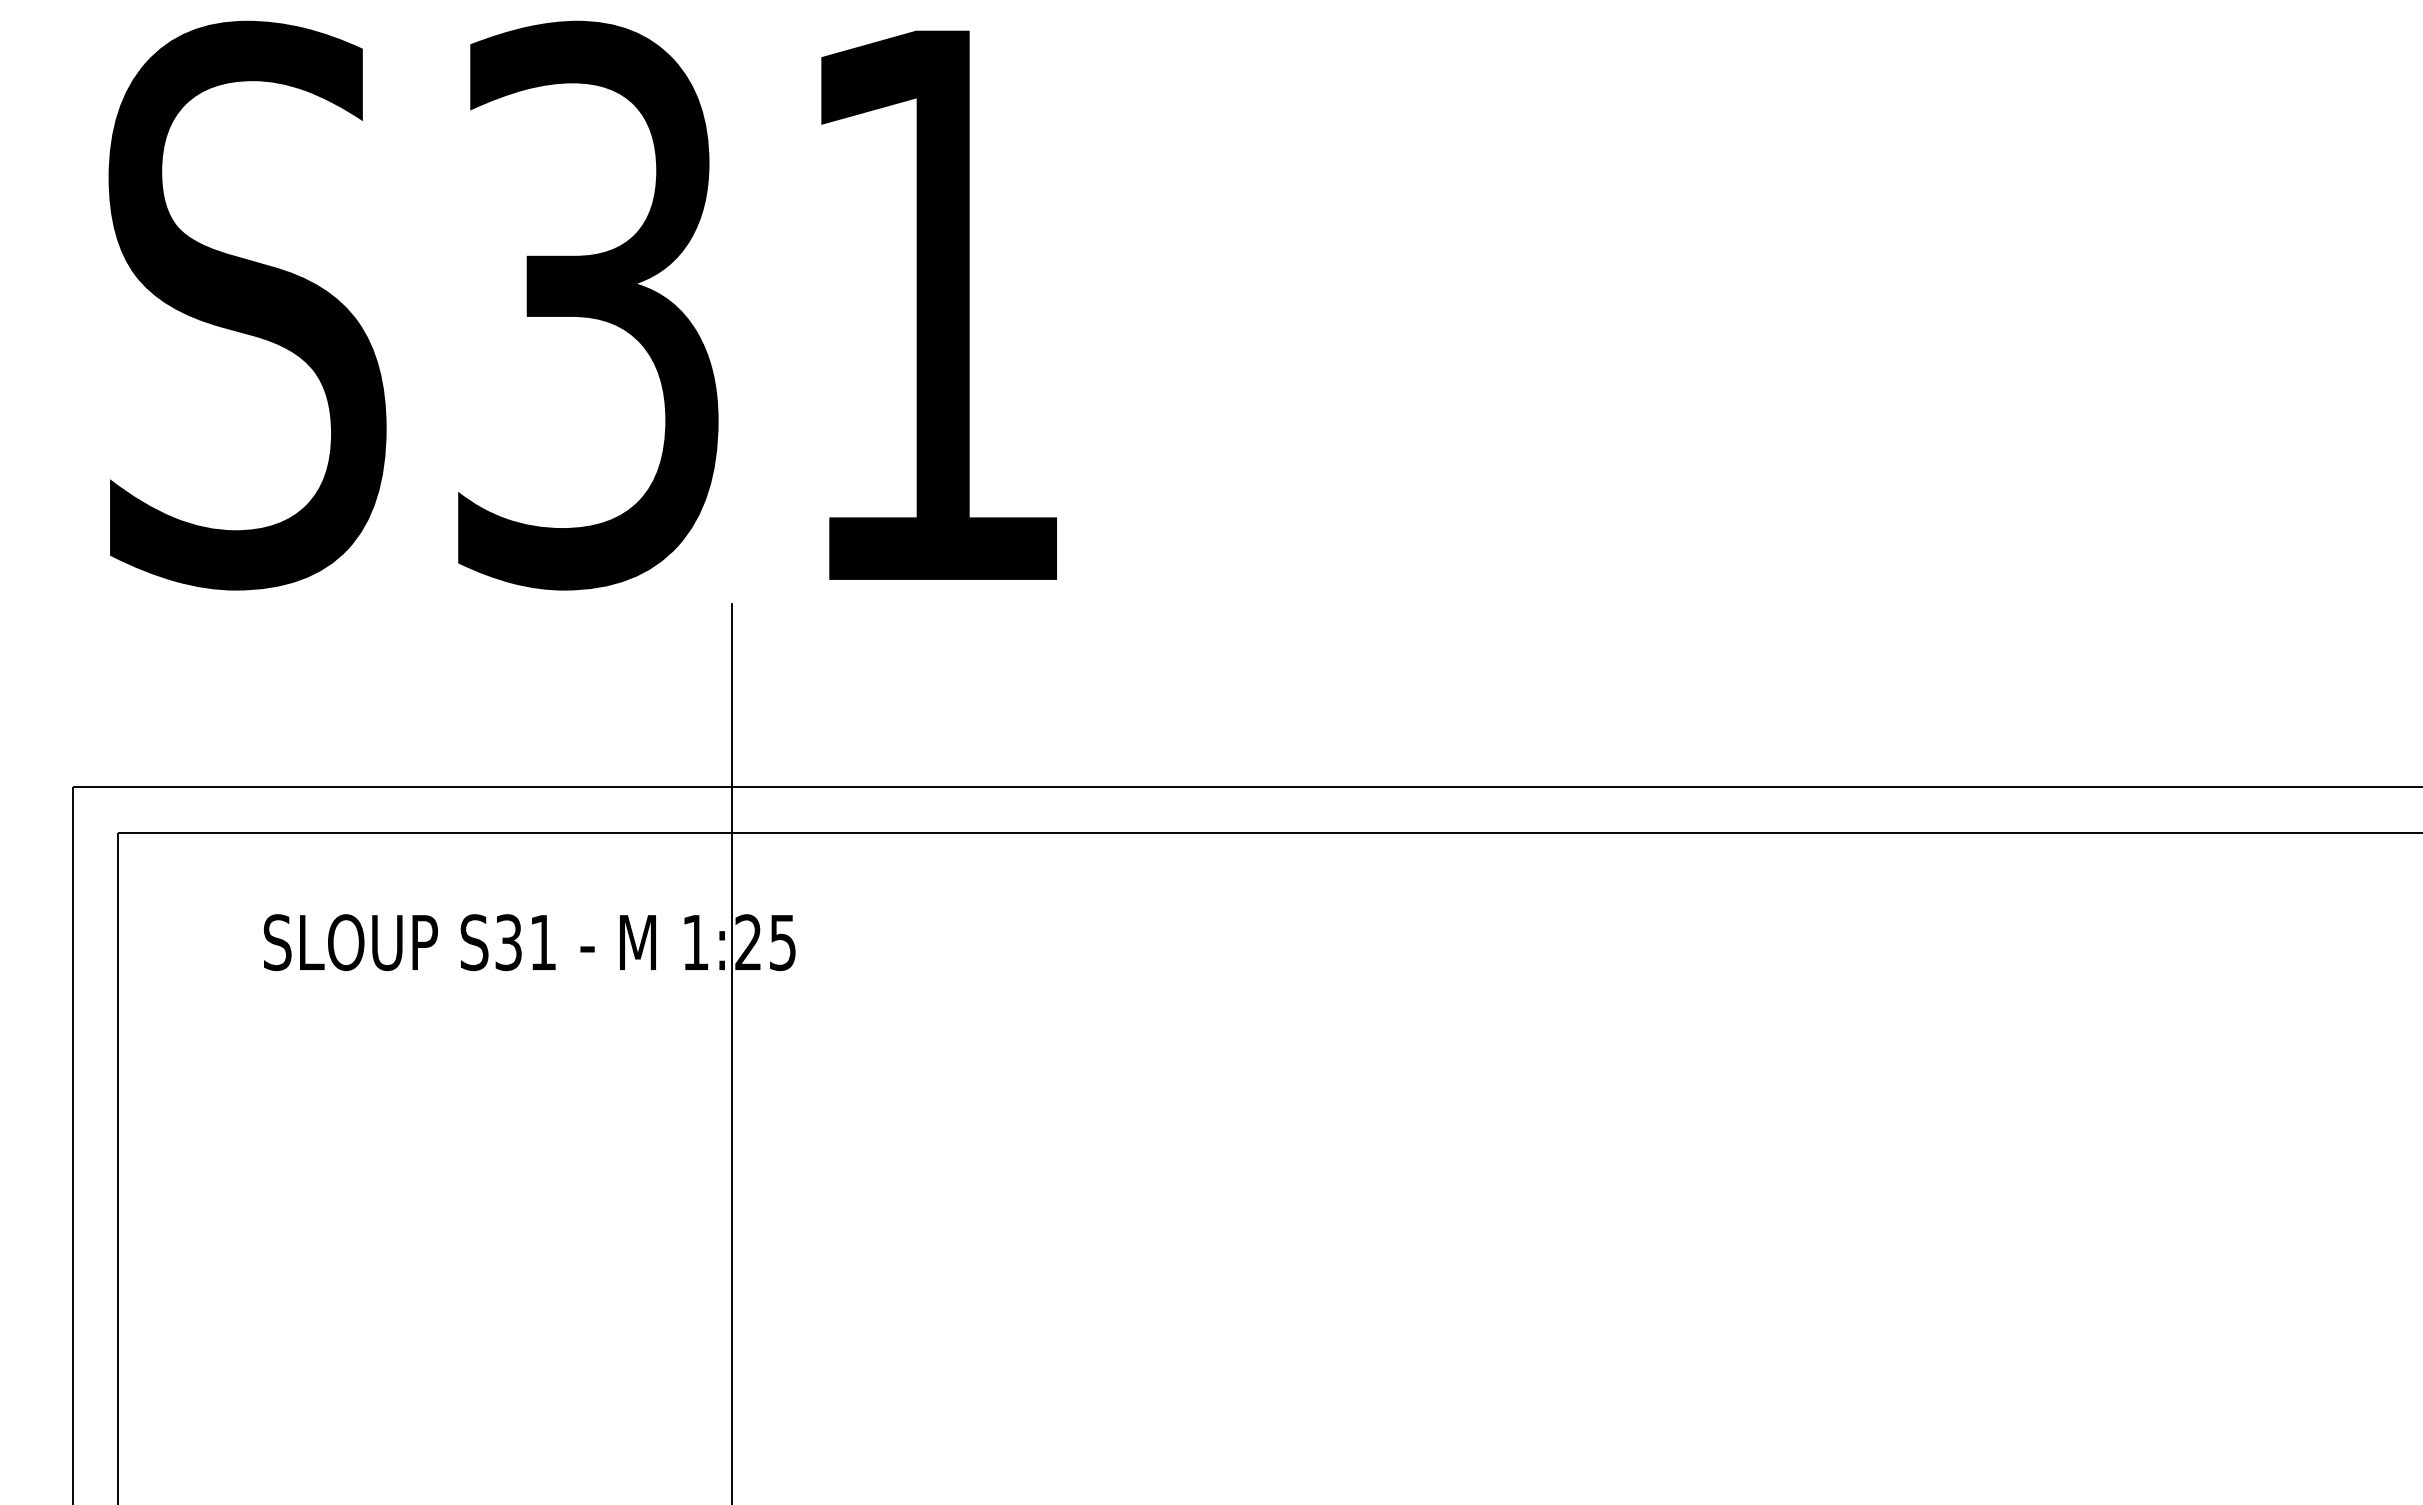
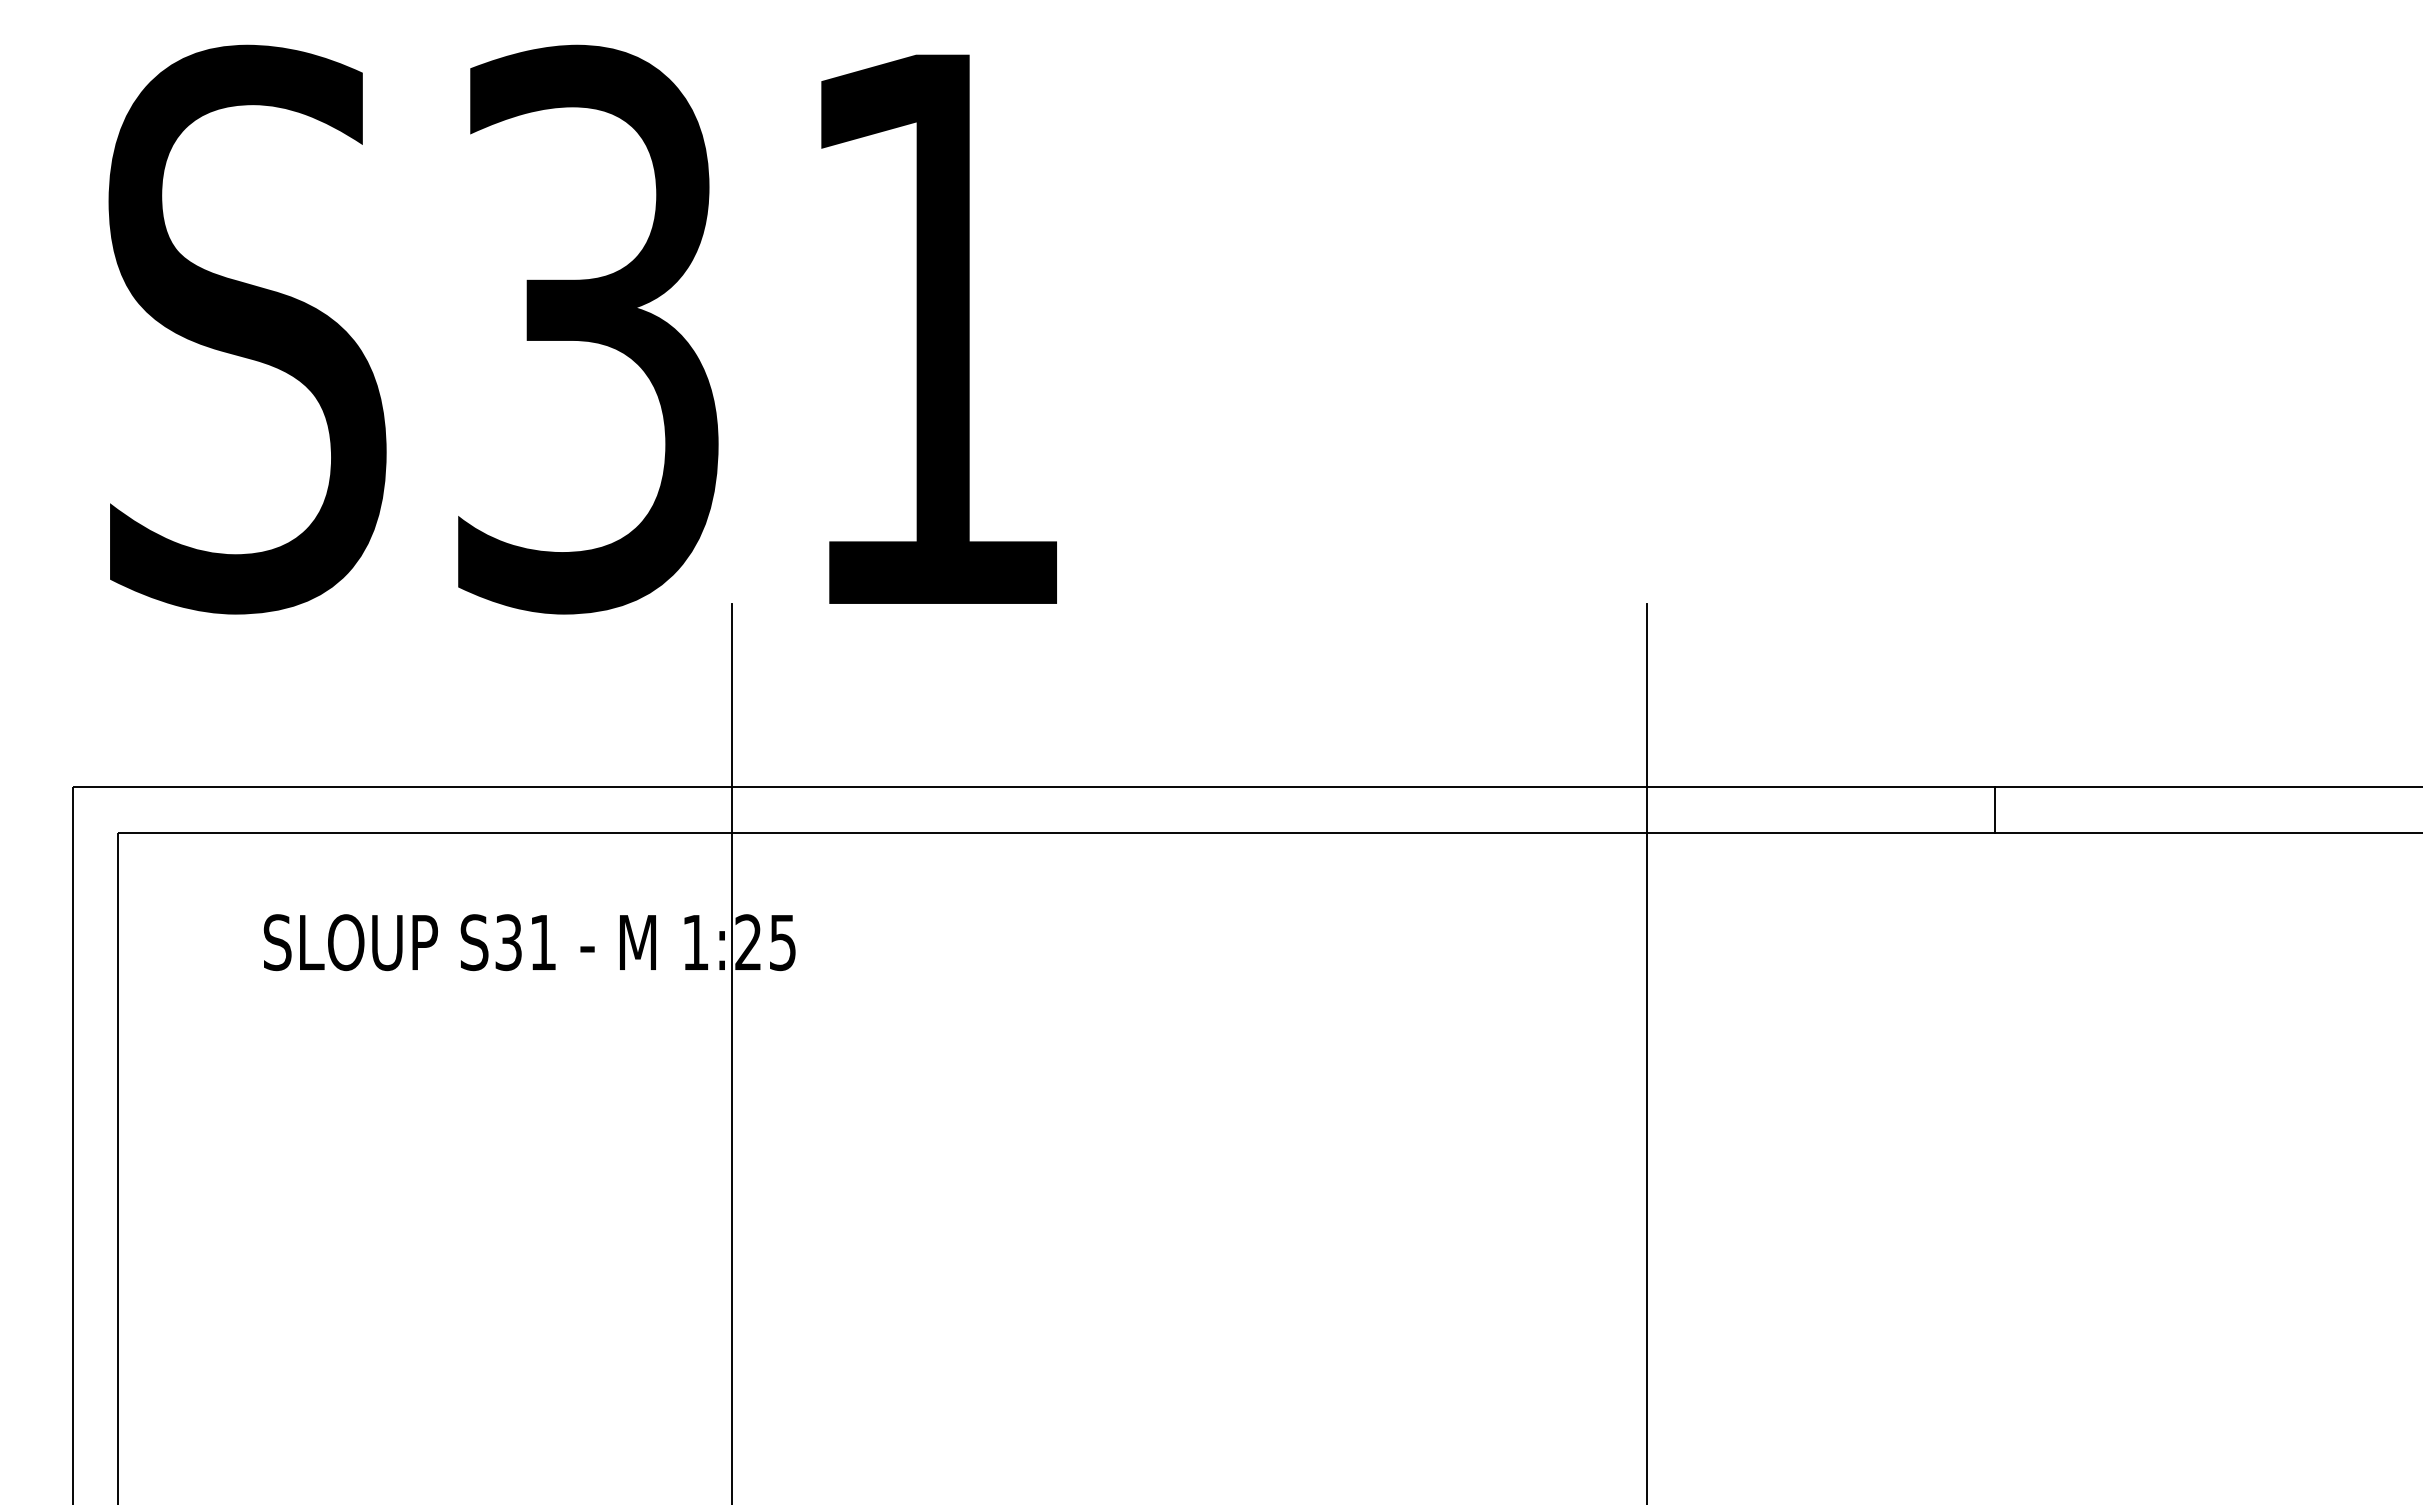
text at (582, 305) position: (582, 305) -> (582, 329)
line at (1994, 809): none -> present
line at (1647, 1052): none -> present
